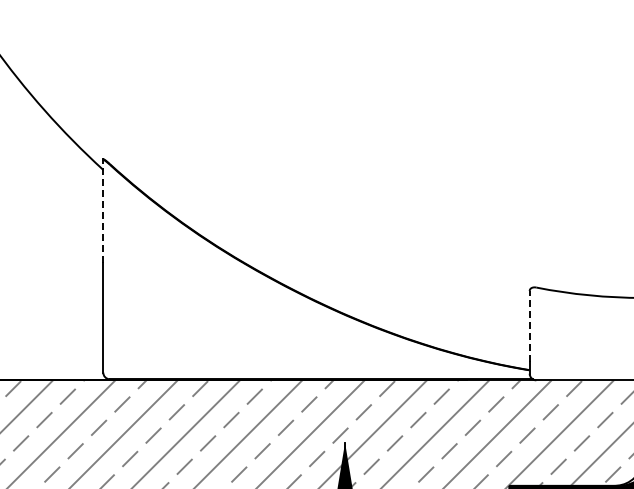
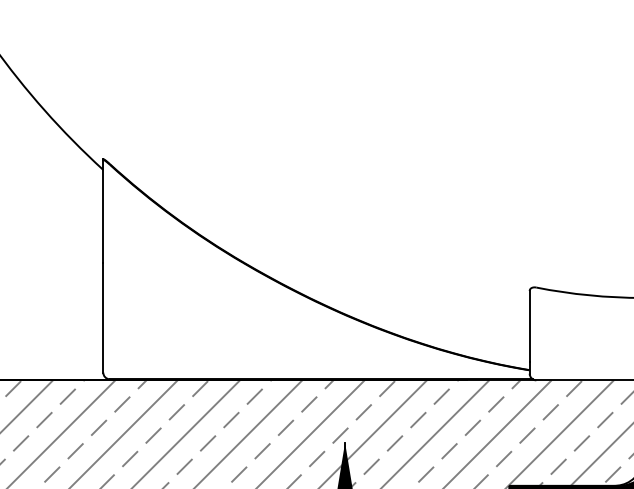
line at (103, 210): dashed -> solid
line at (529, 326): dashed -> solid
